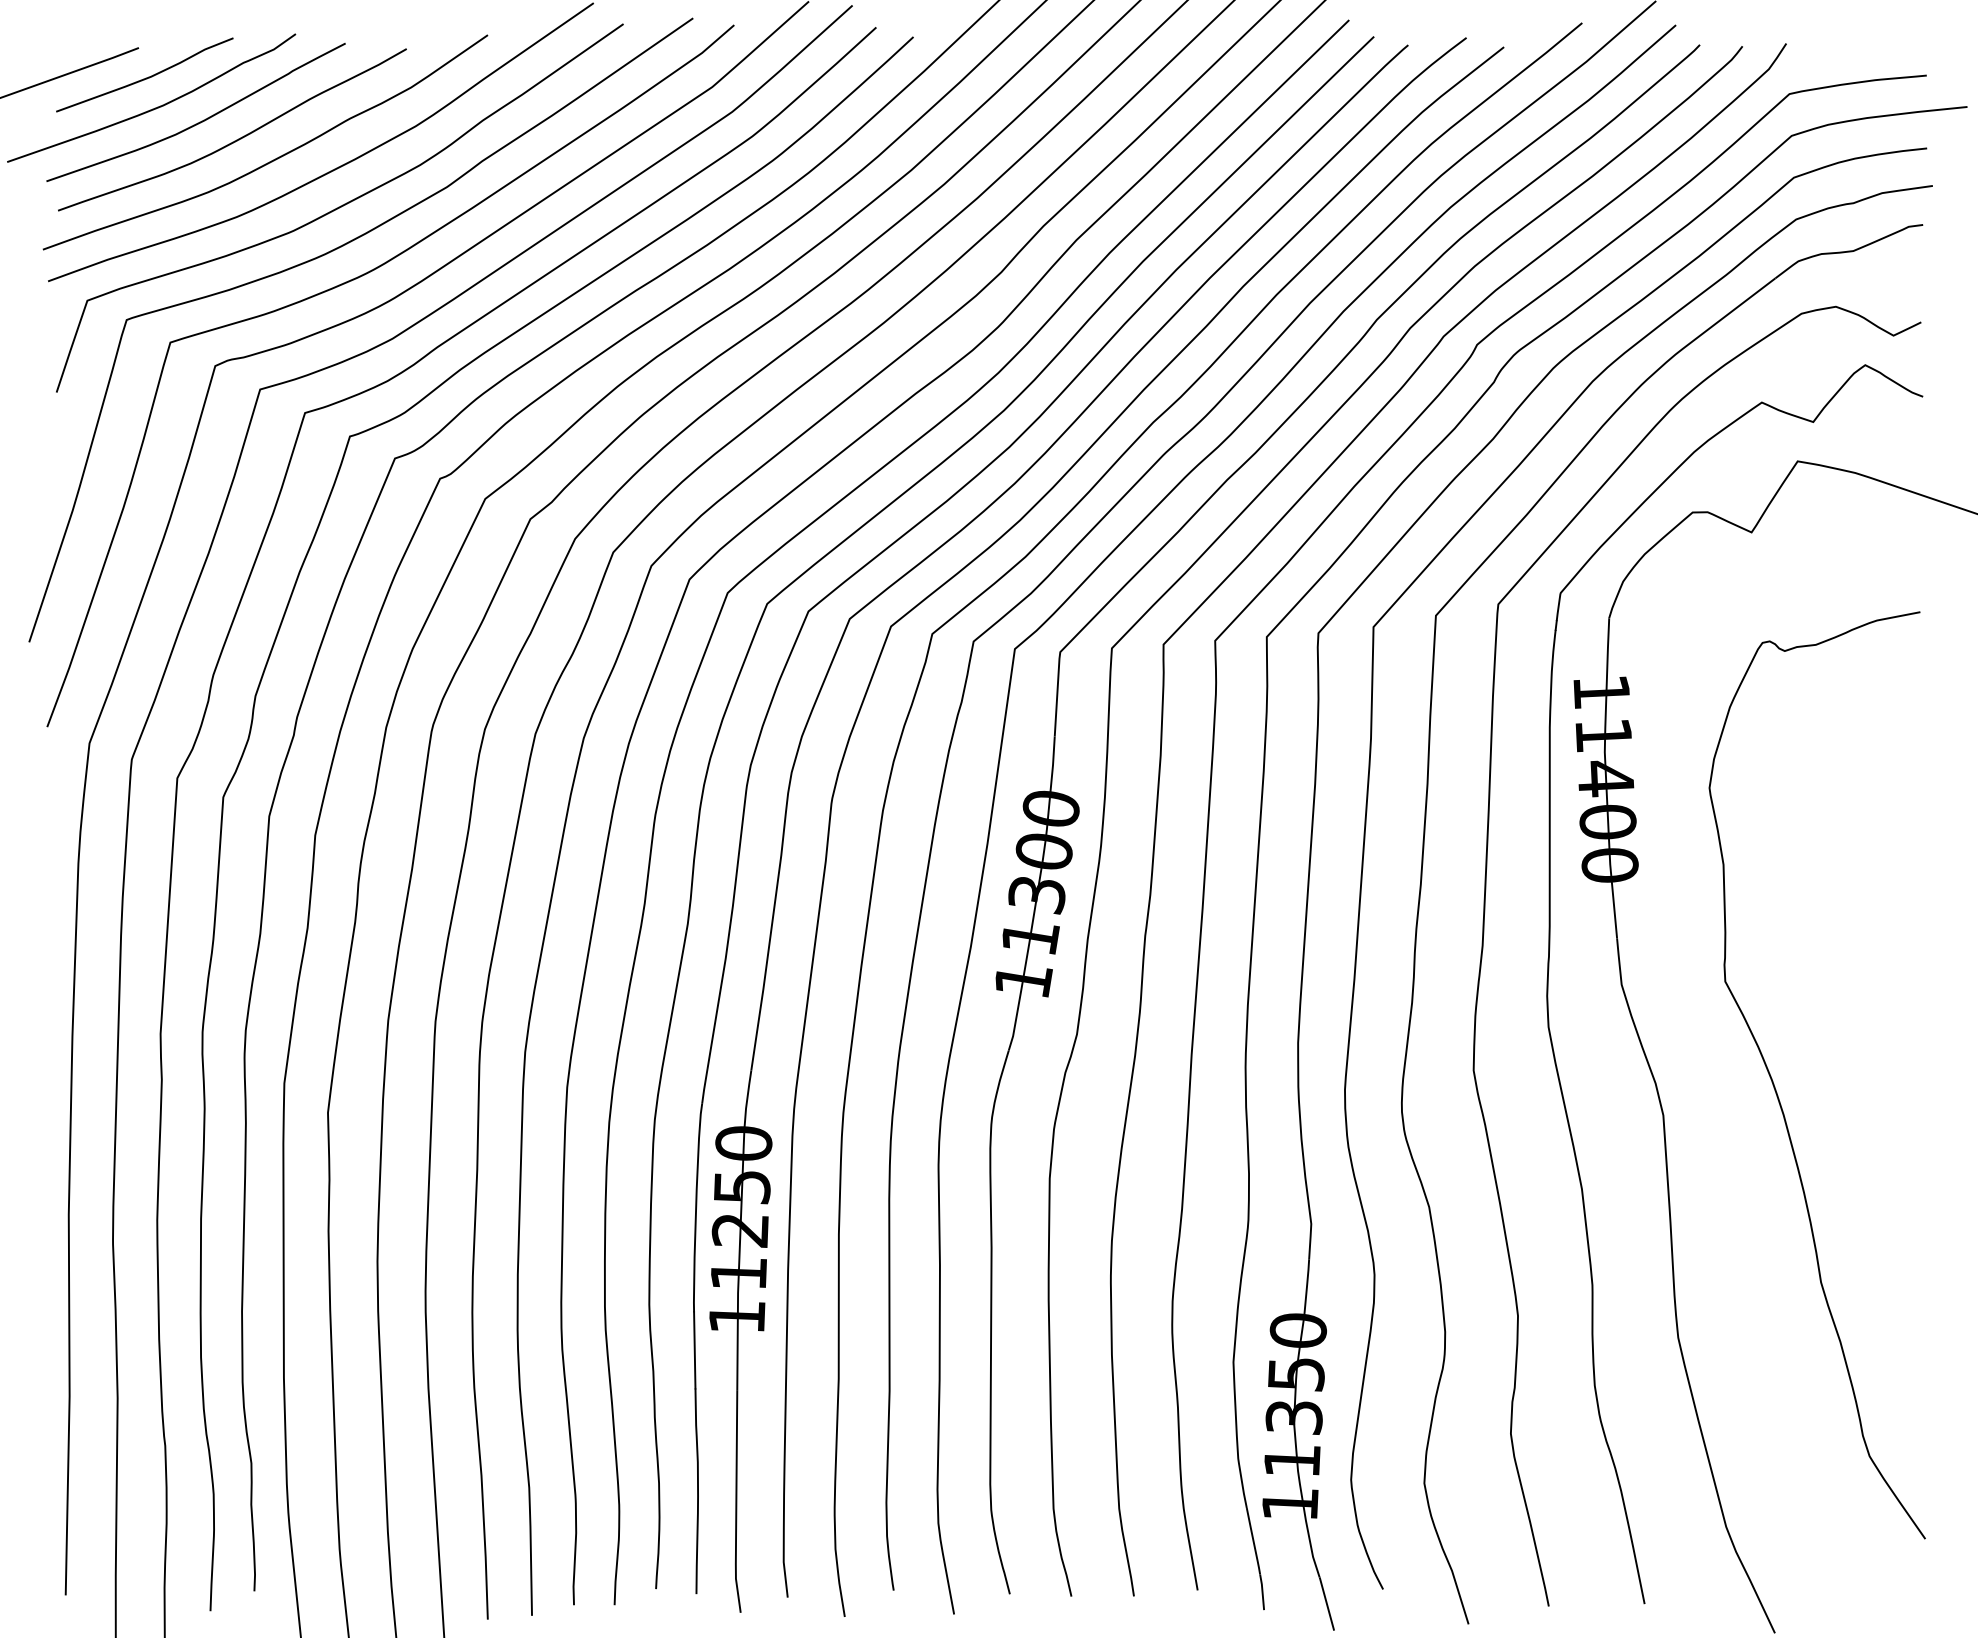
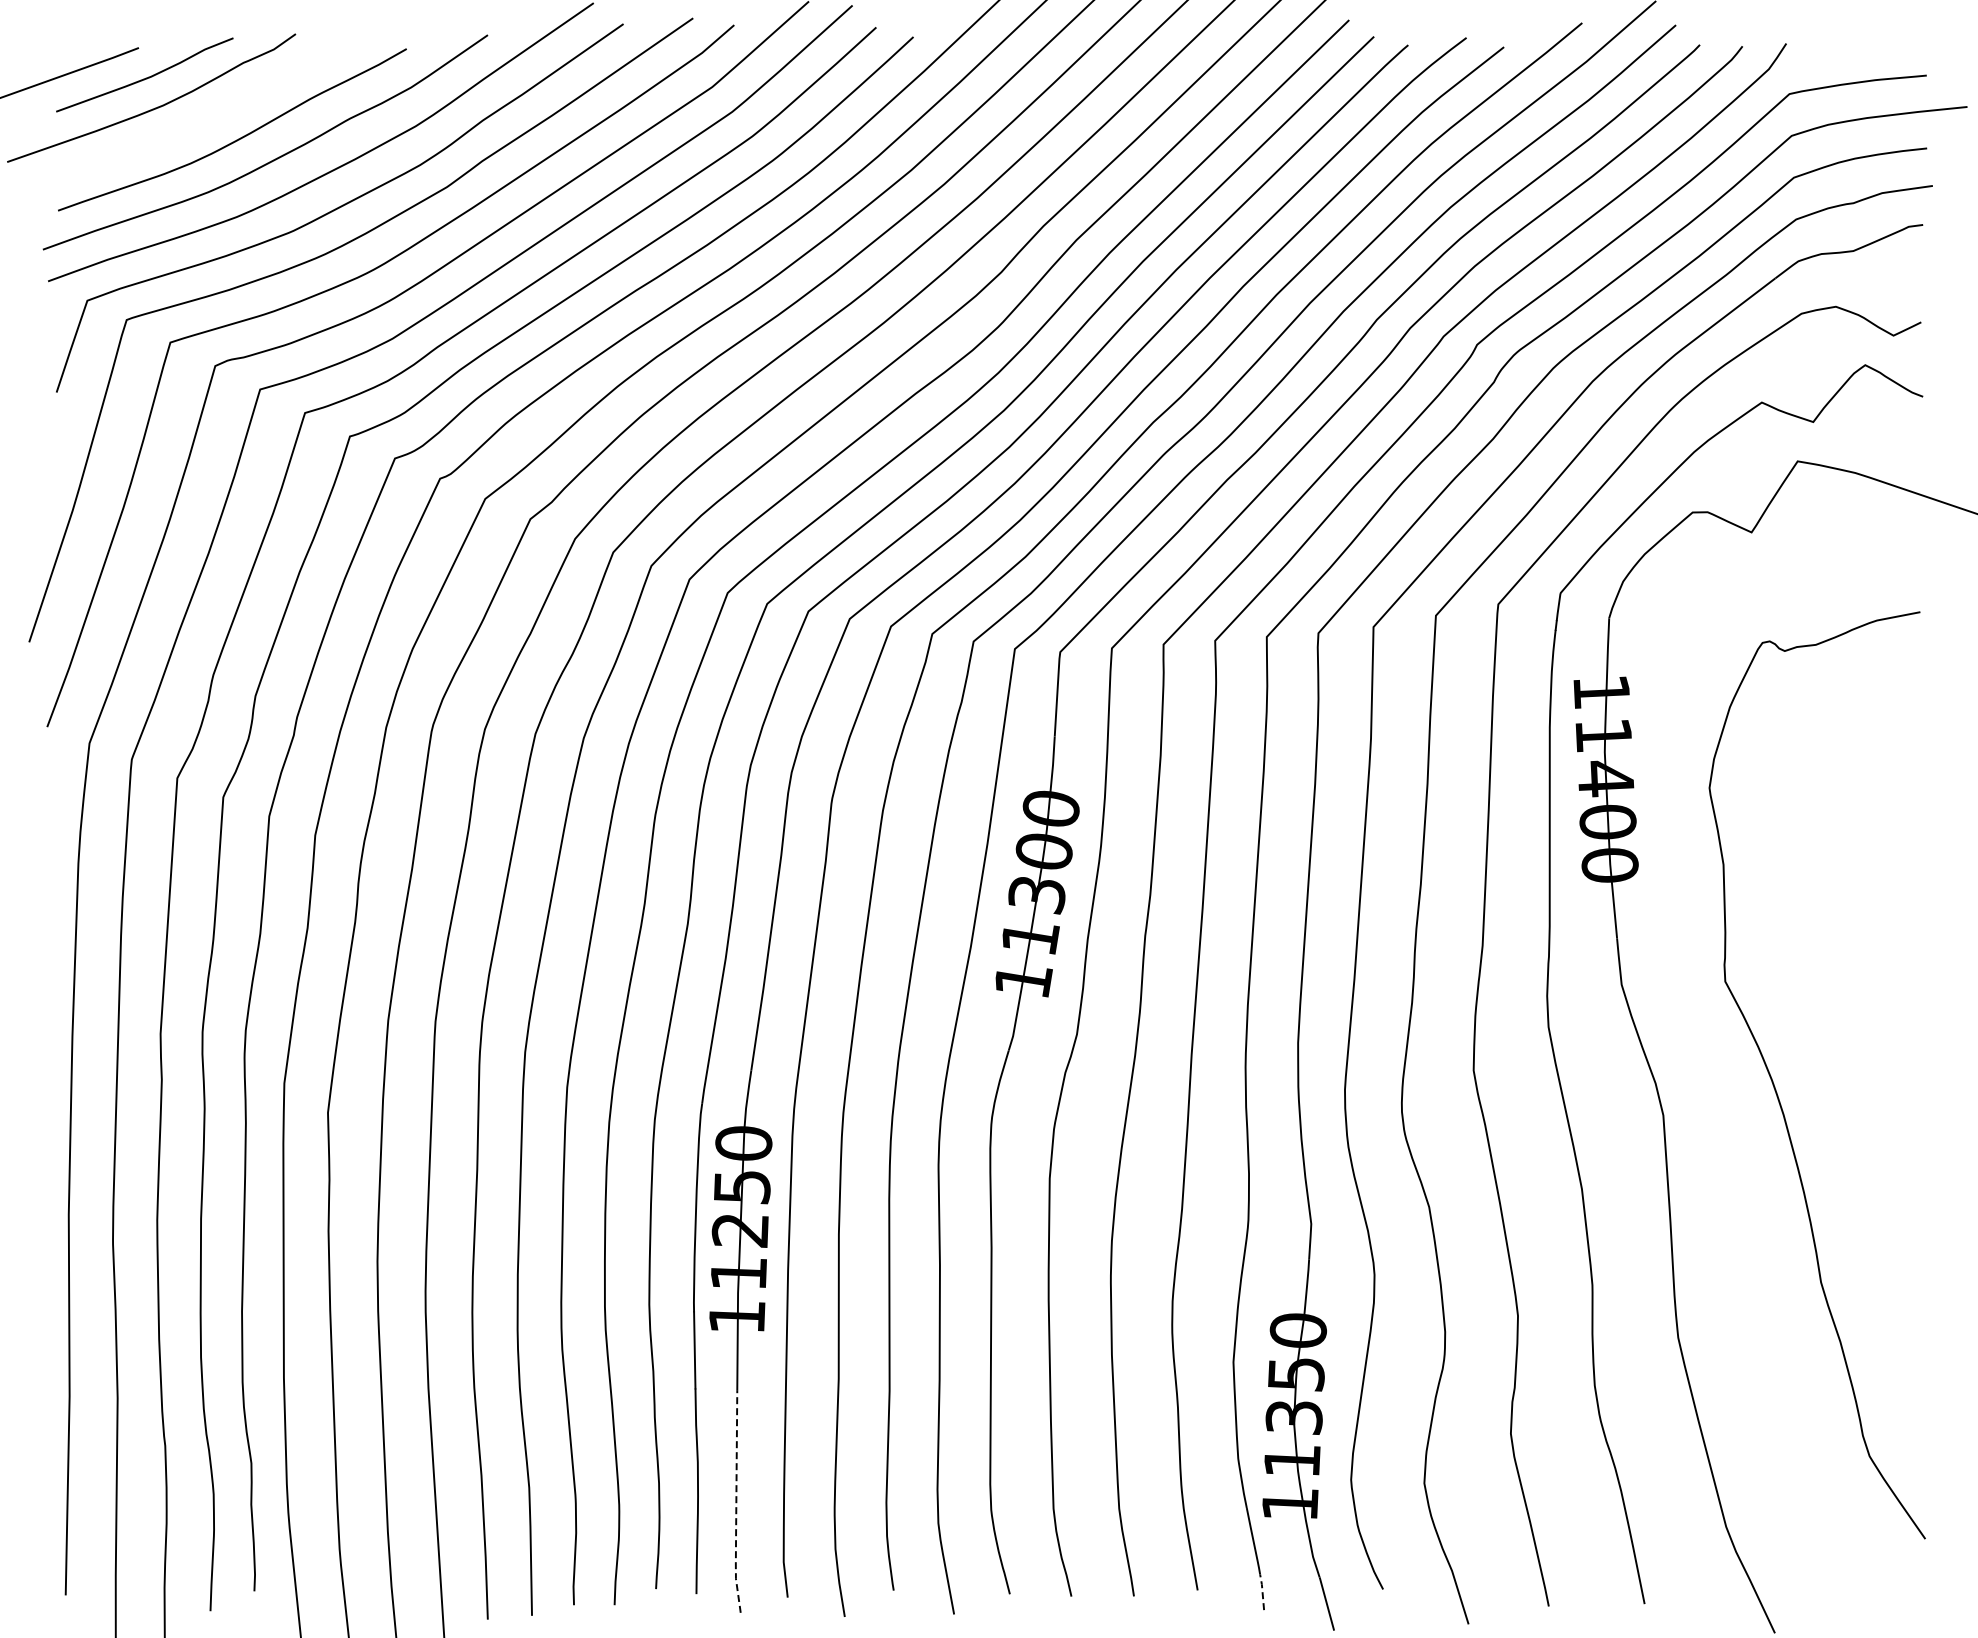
curve at (199, 121): present -> none
line at (736, 1503): solid -> dashed
line at (1262, 1591): solid -> dashed
